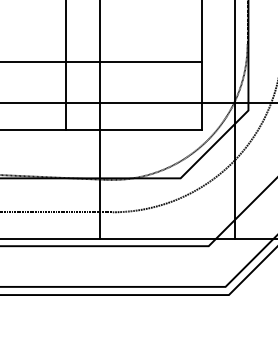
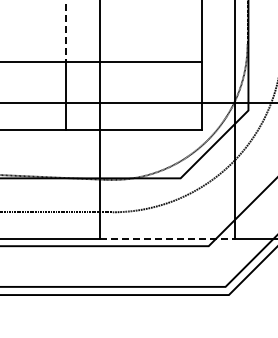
line at (66, 31): solid -> dashed
line at (167, 238): solid -> dashed
